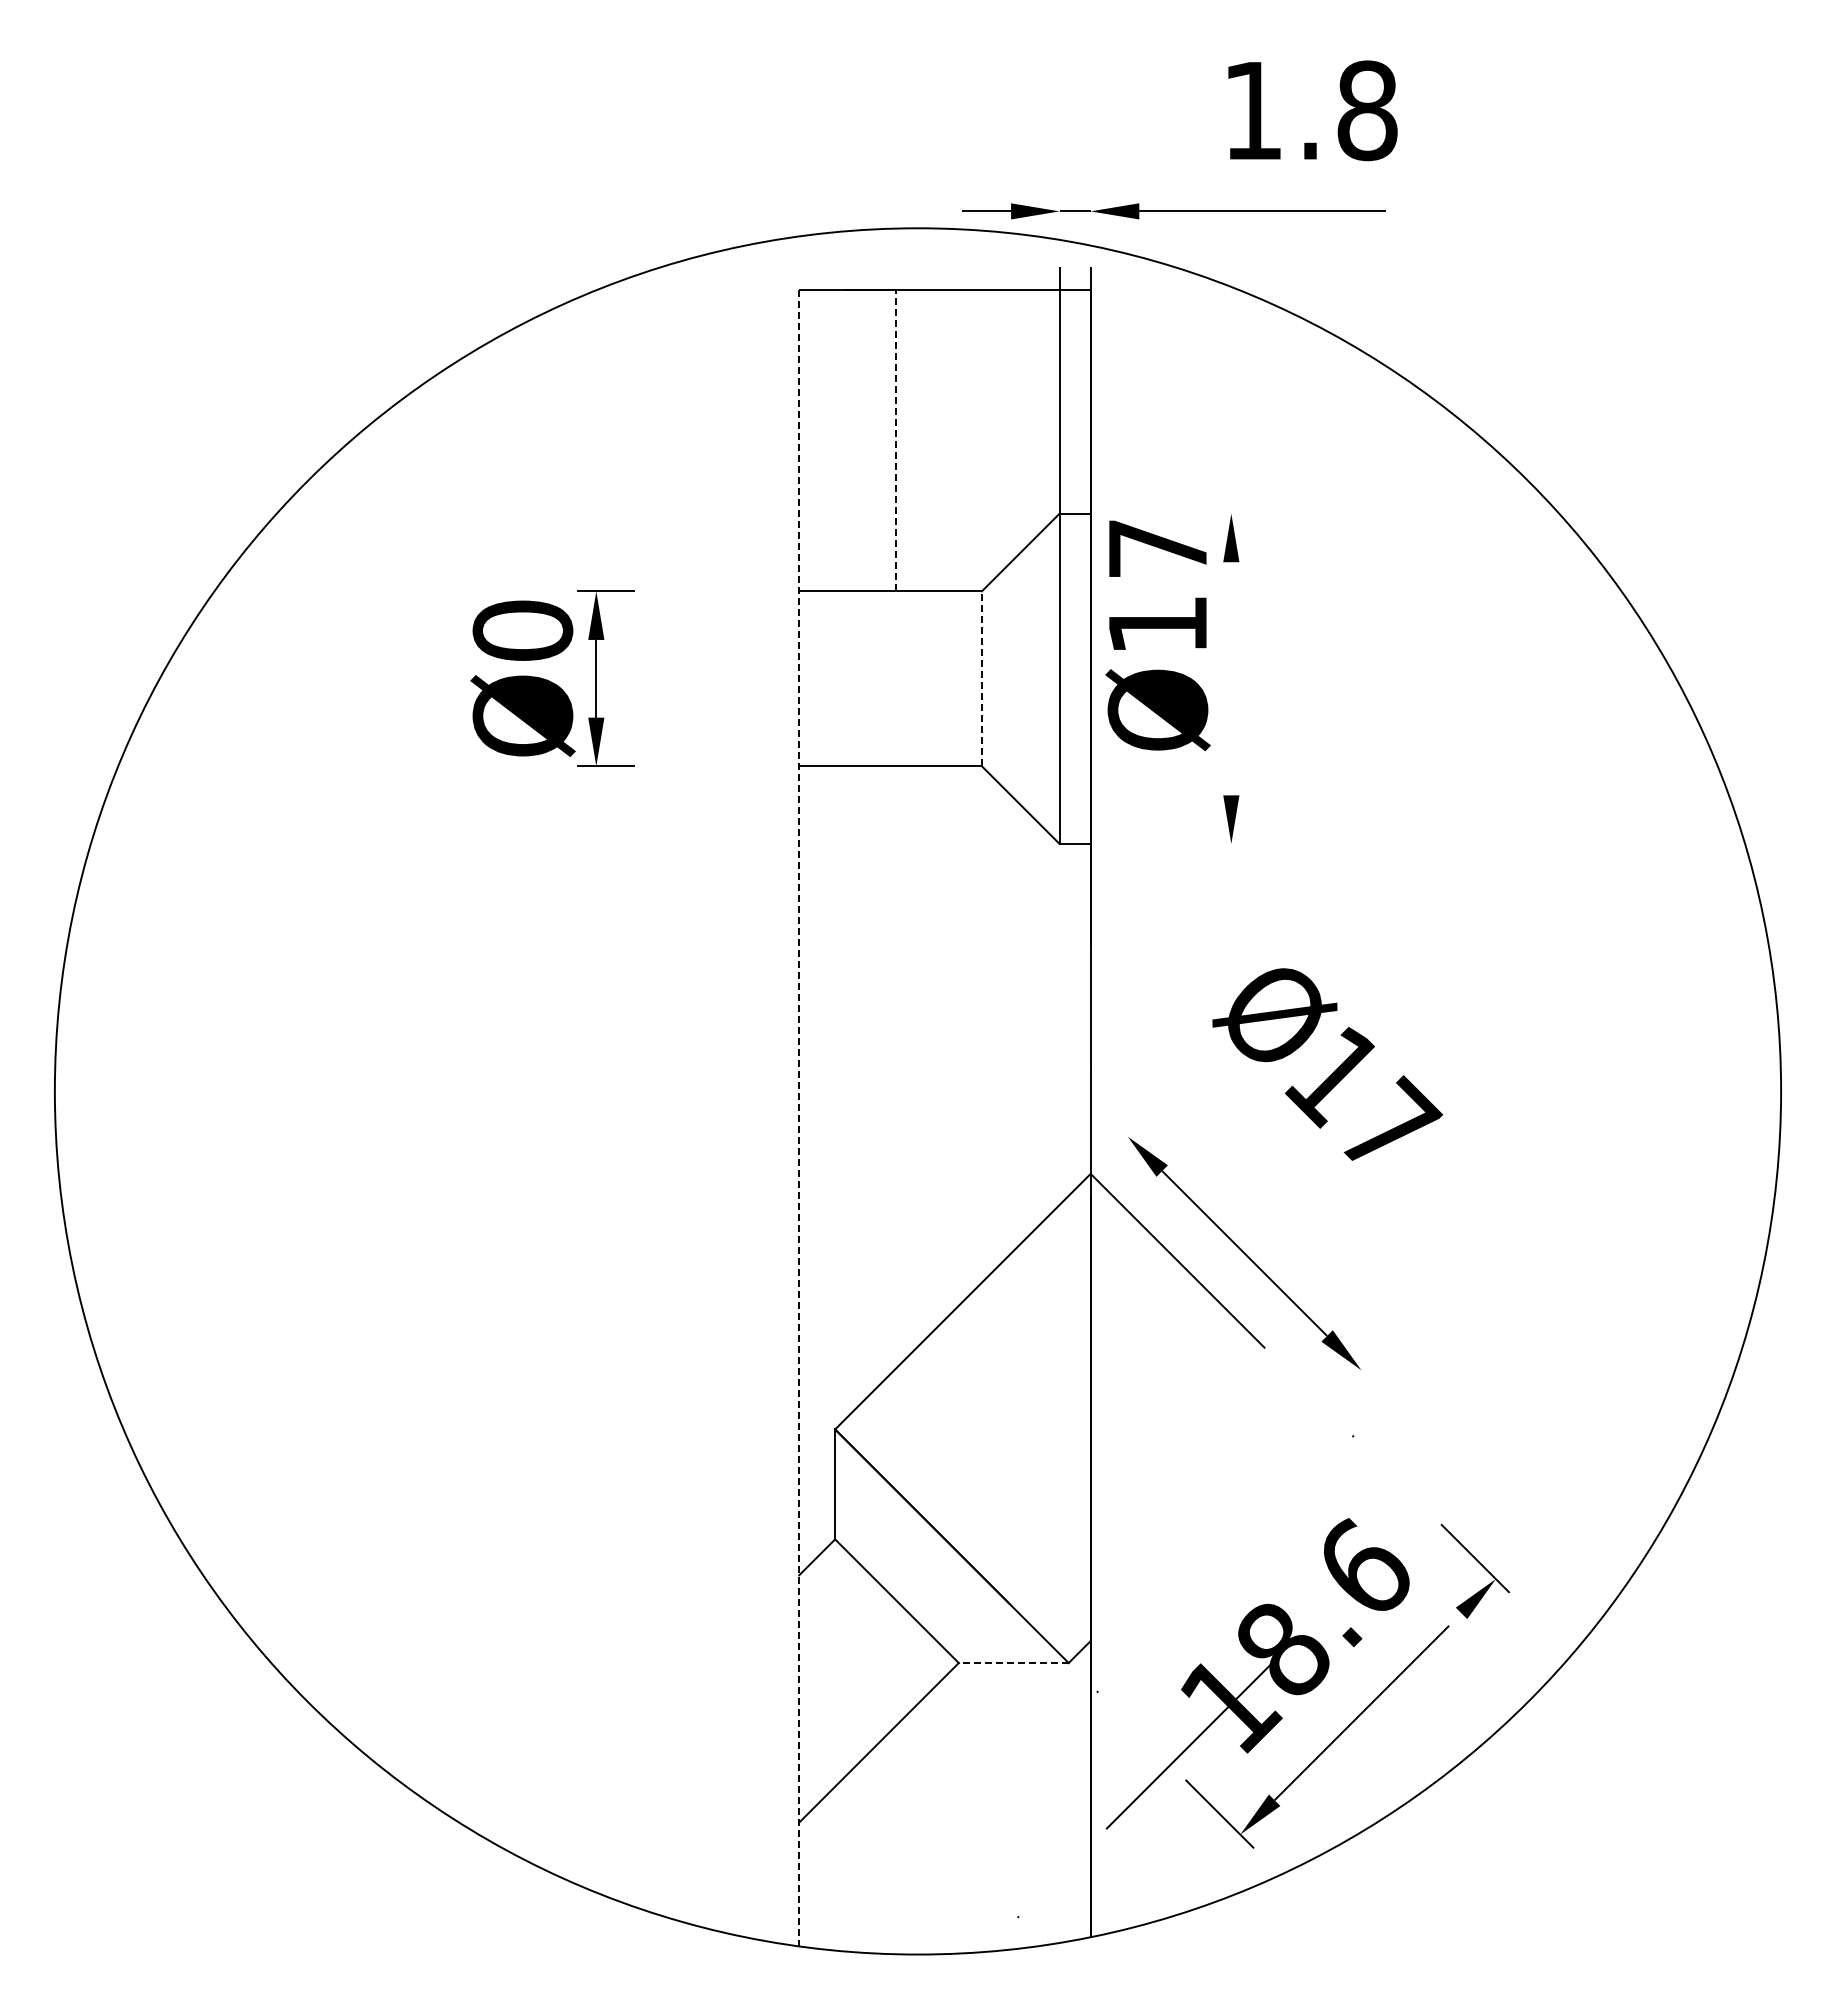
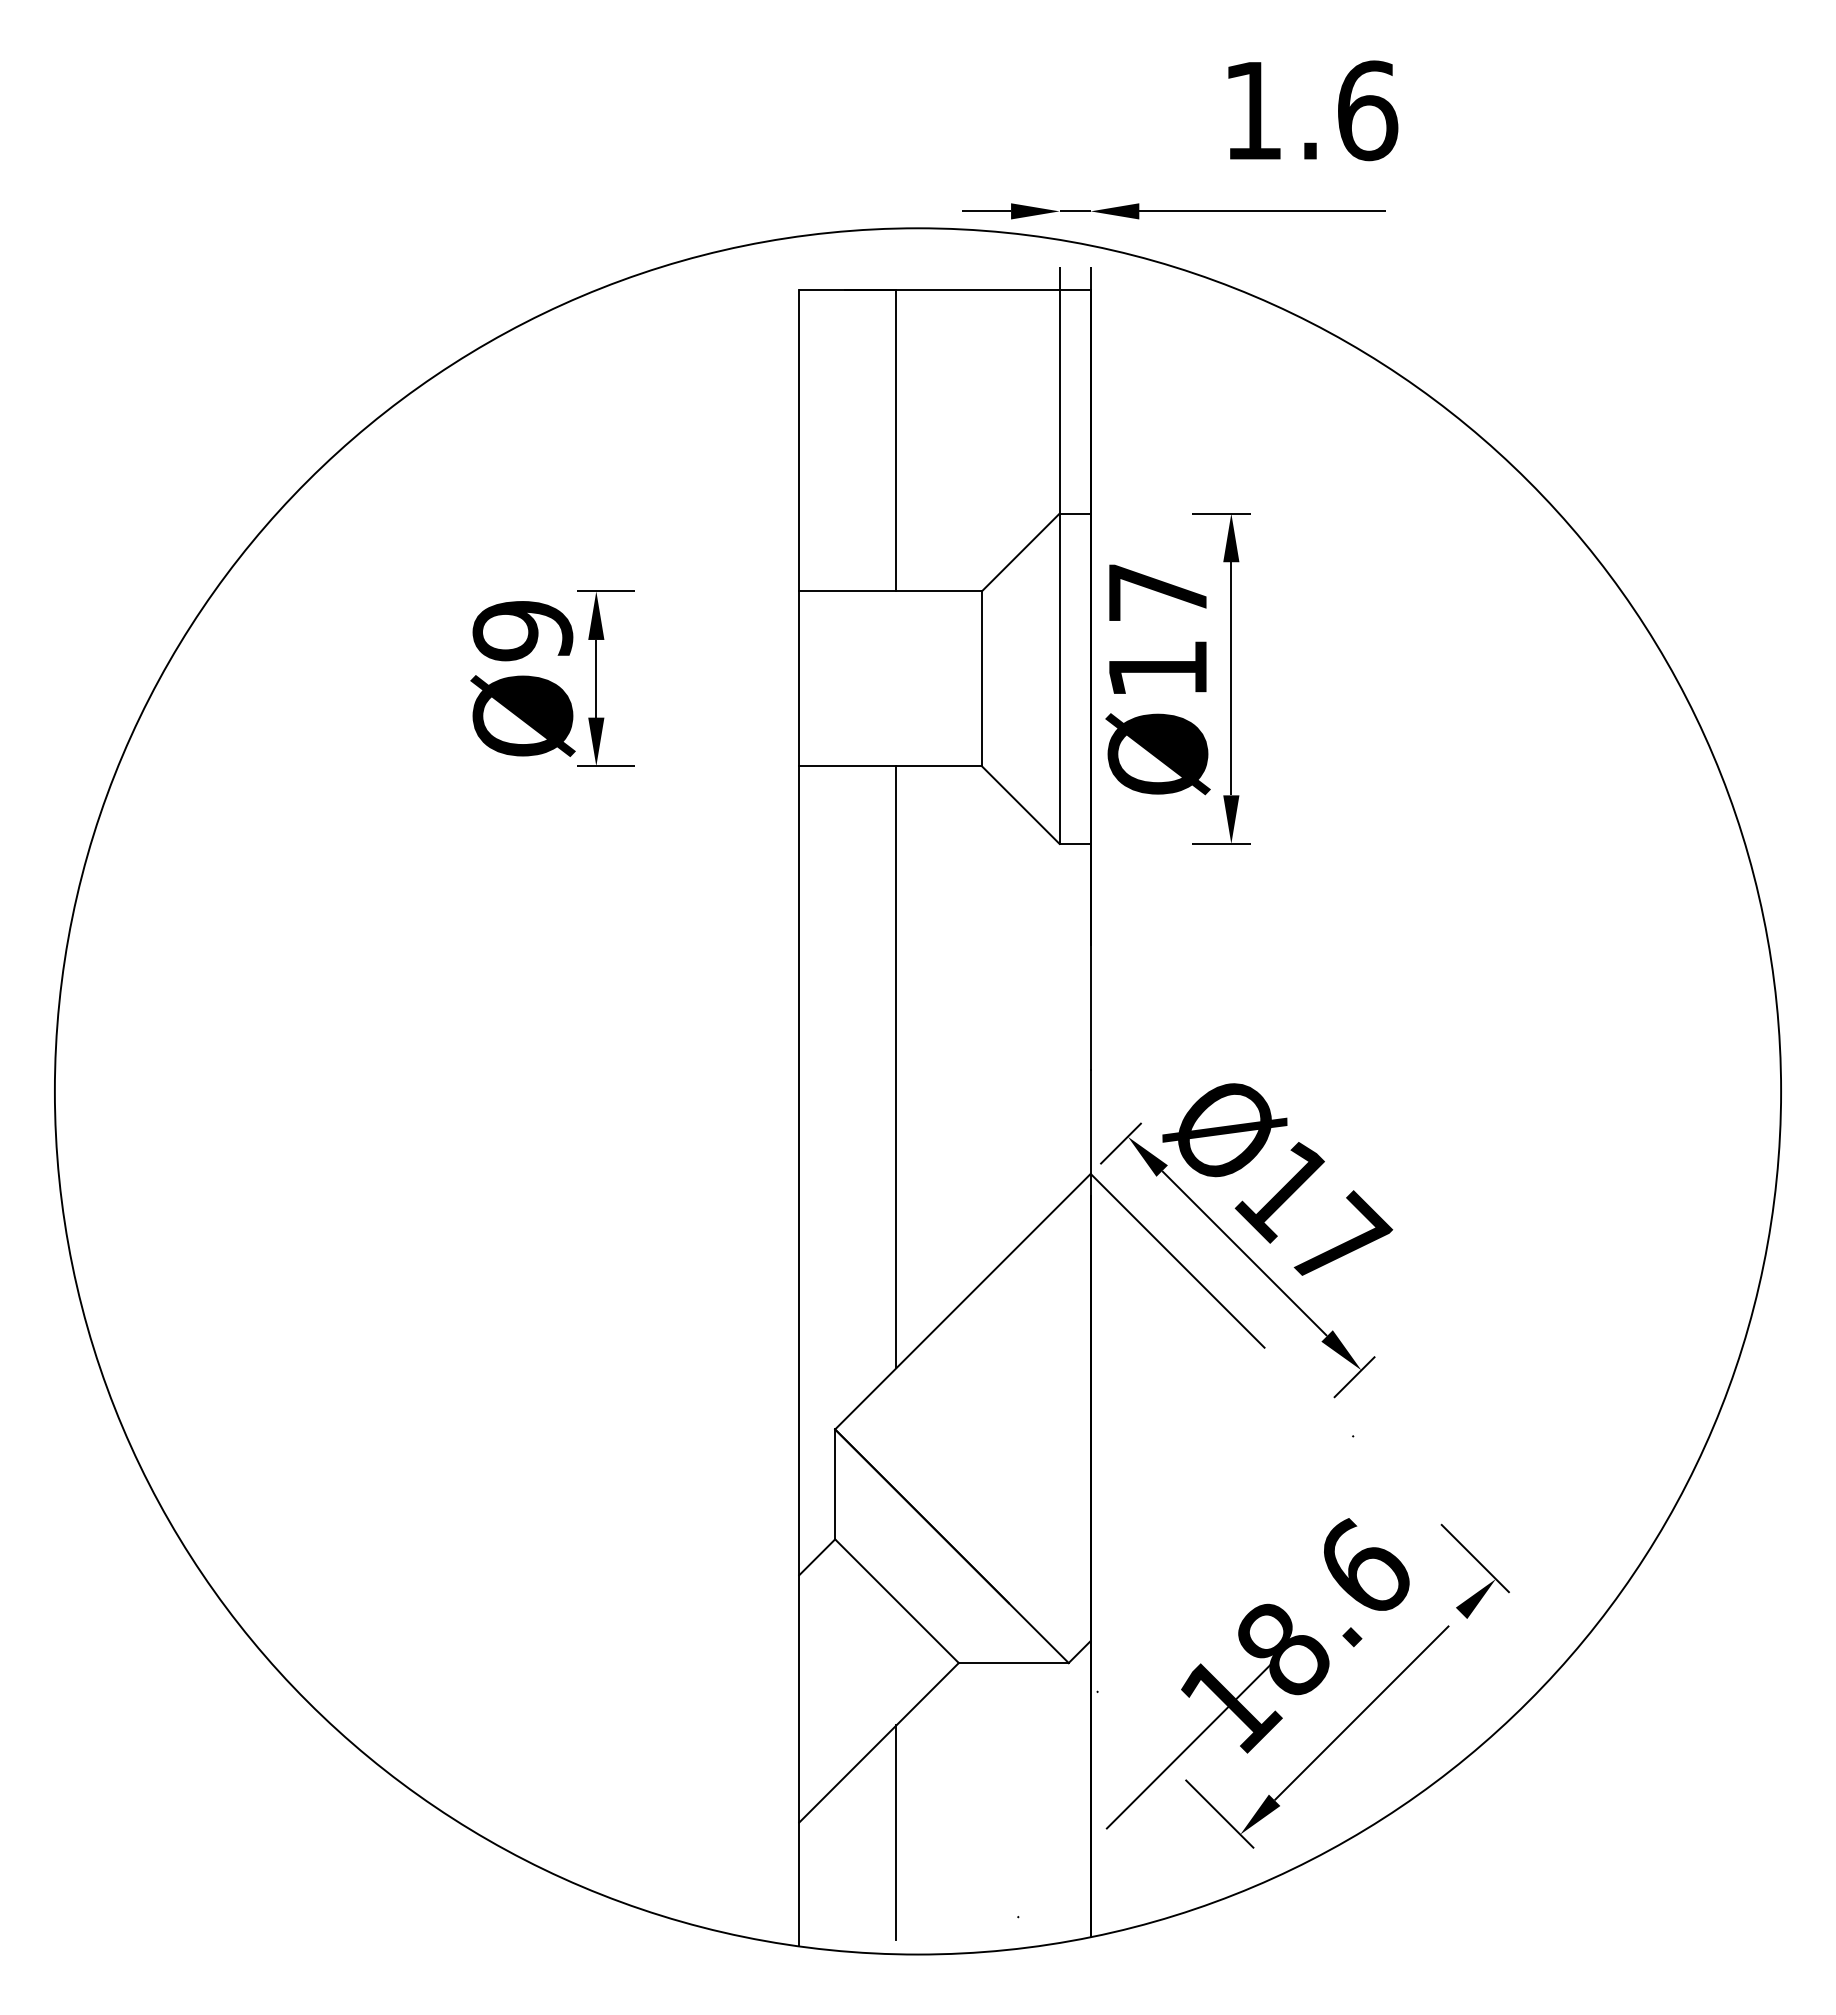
text at (1367, 110): 1.8 -> 1.6
line at (896, 440): dashed -> solid
line at (1221, 513): none -> present
text at (522, 630): Ø0 -> Ø9
text at (1157, 635) position: (1157, 635) -> (1157, 679)
line at (981, 678): dashed -> solid
line at (1231, 678): none -> present
line at (1221, 843): none -> present
text at (1327, 1064) position: (1327, 1064) -> (1277, 1179)
line at (896, 1067): none -> present
line at (799, 1118): dashed -> solid
line at (1120, 1143): none -> present
line at (1354, 1376): none -> present
line at (1013, 1663): dashed -> solid
line at (896, 1832): none -> present
